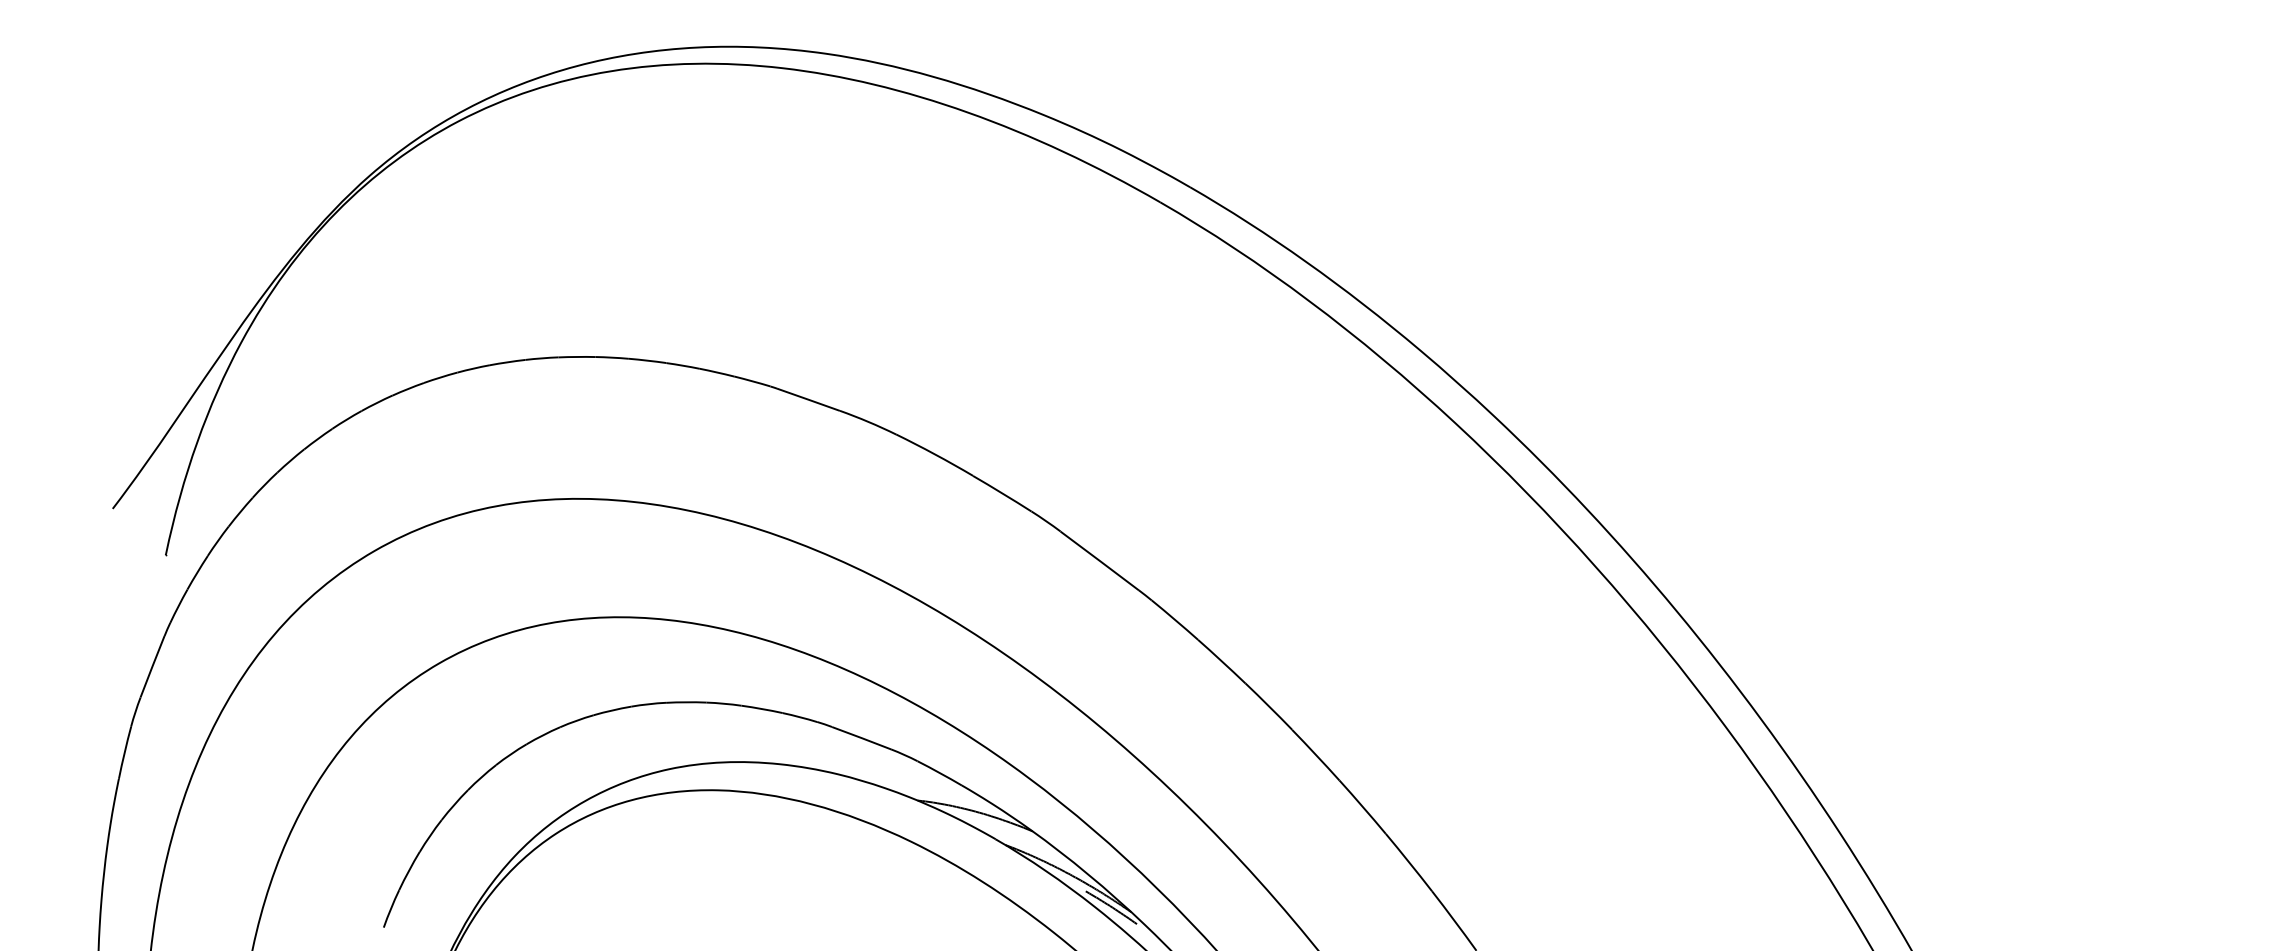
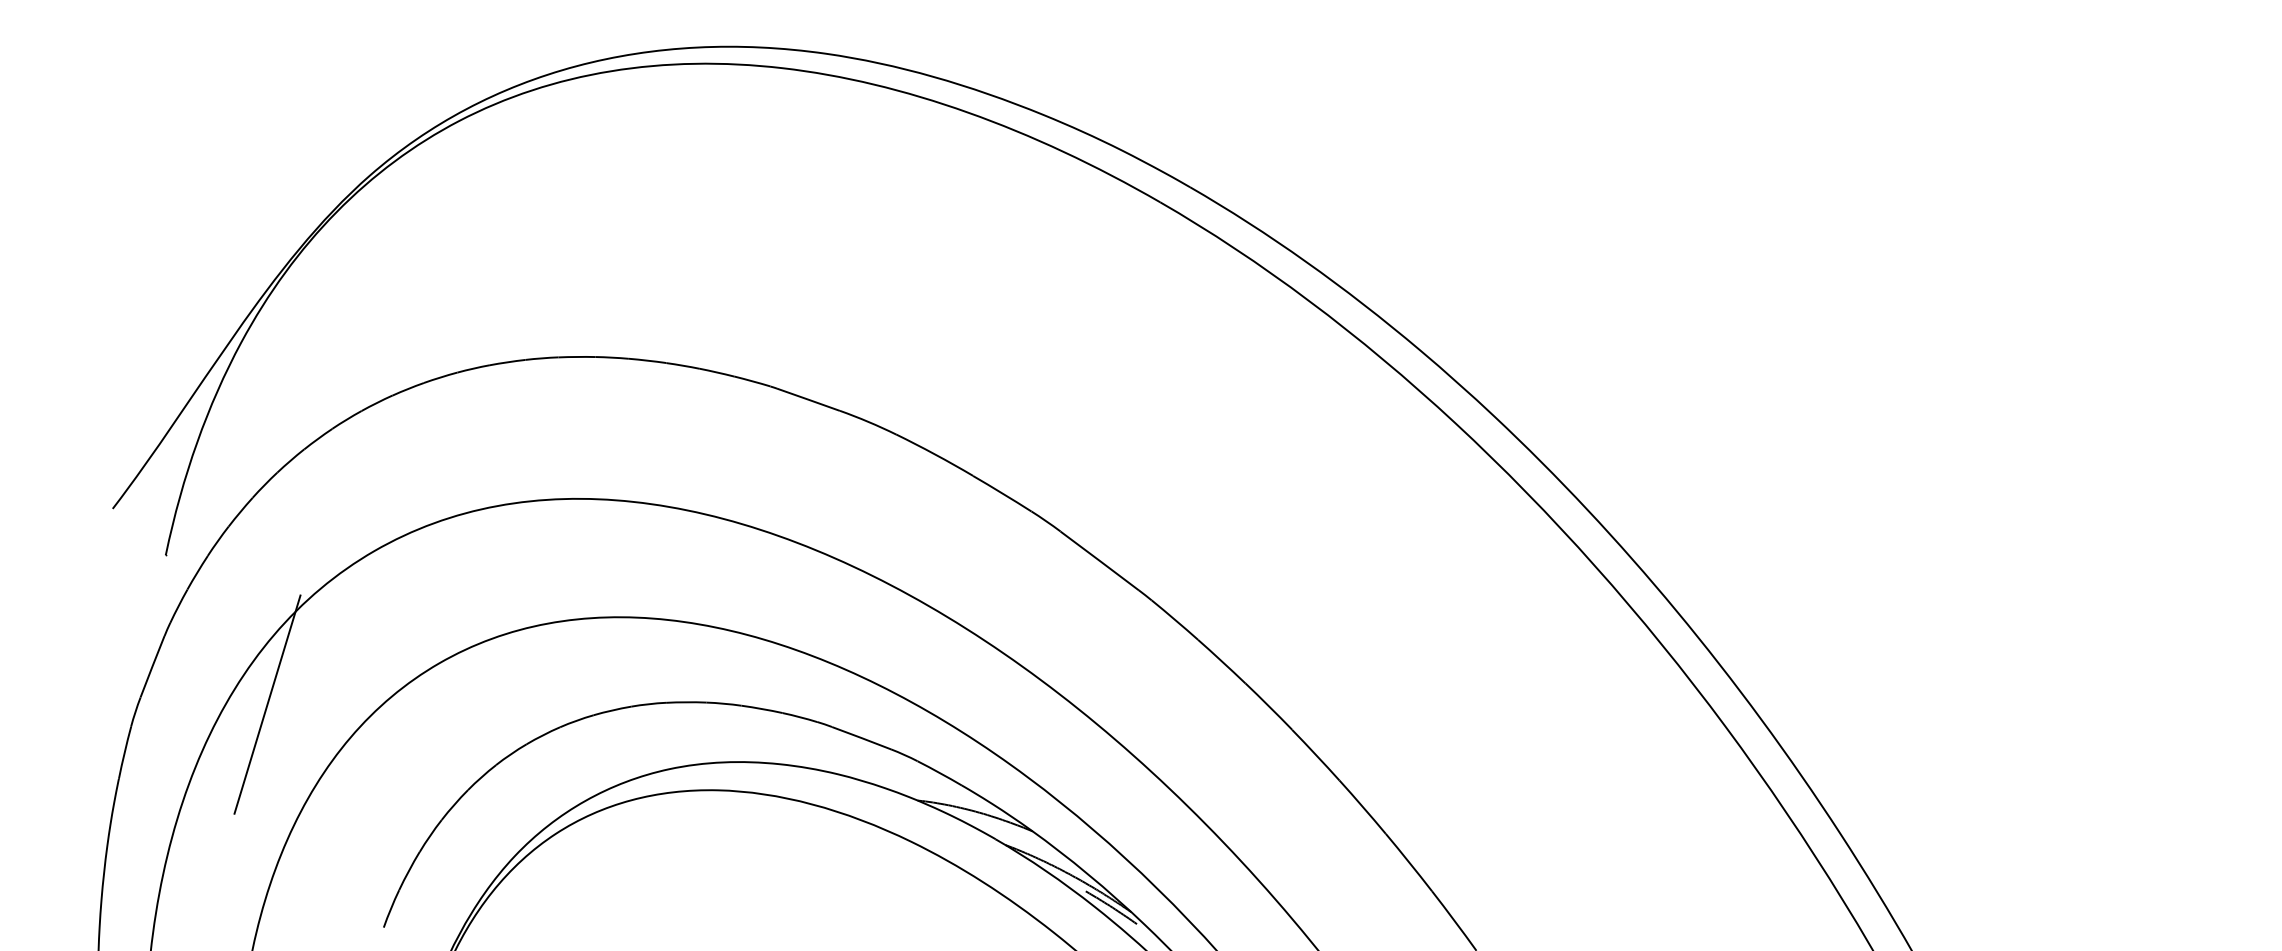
line at (267, 704): none -> present
